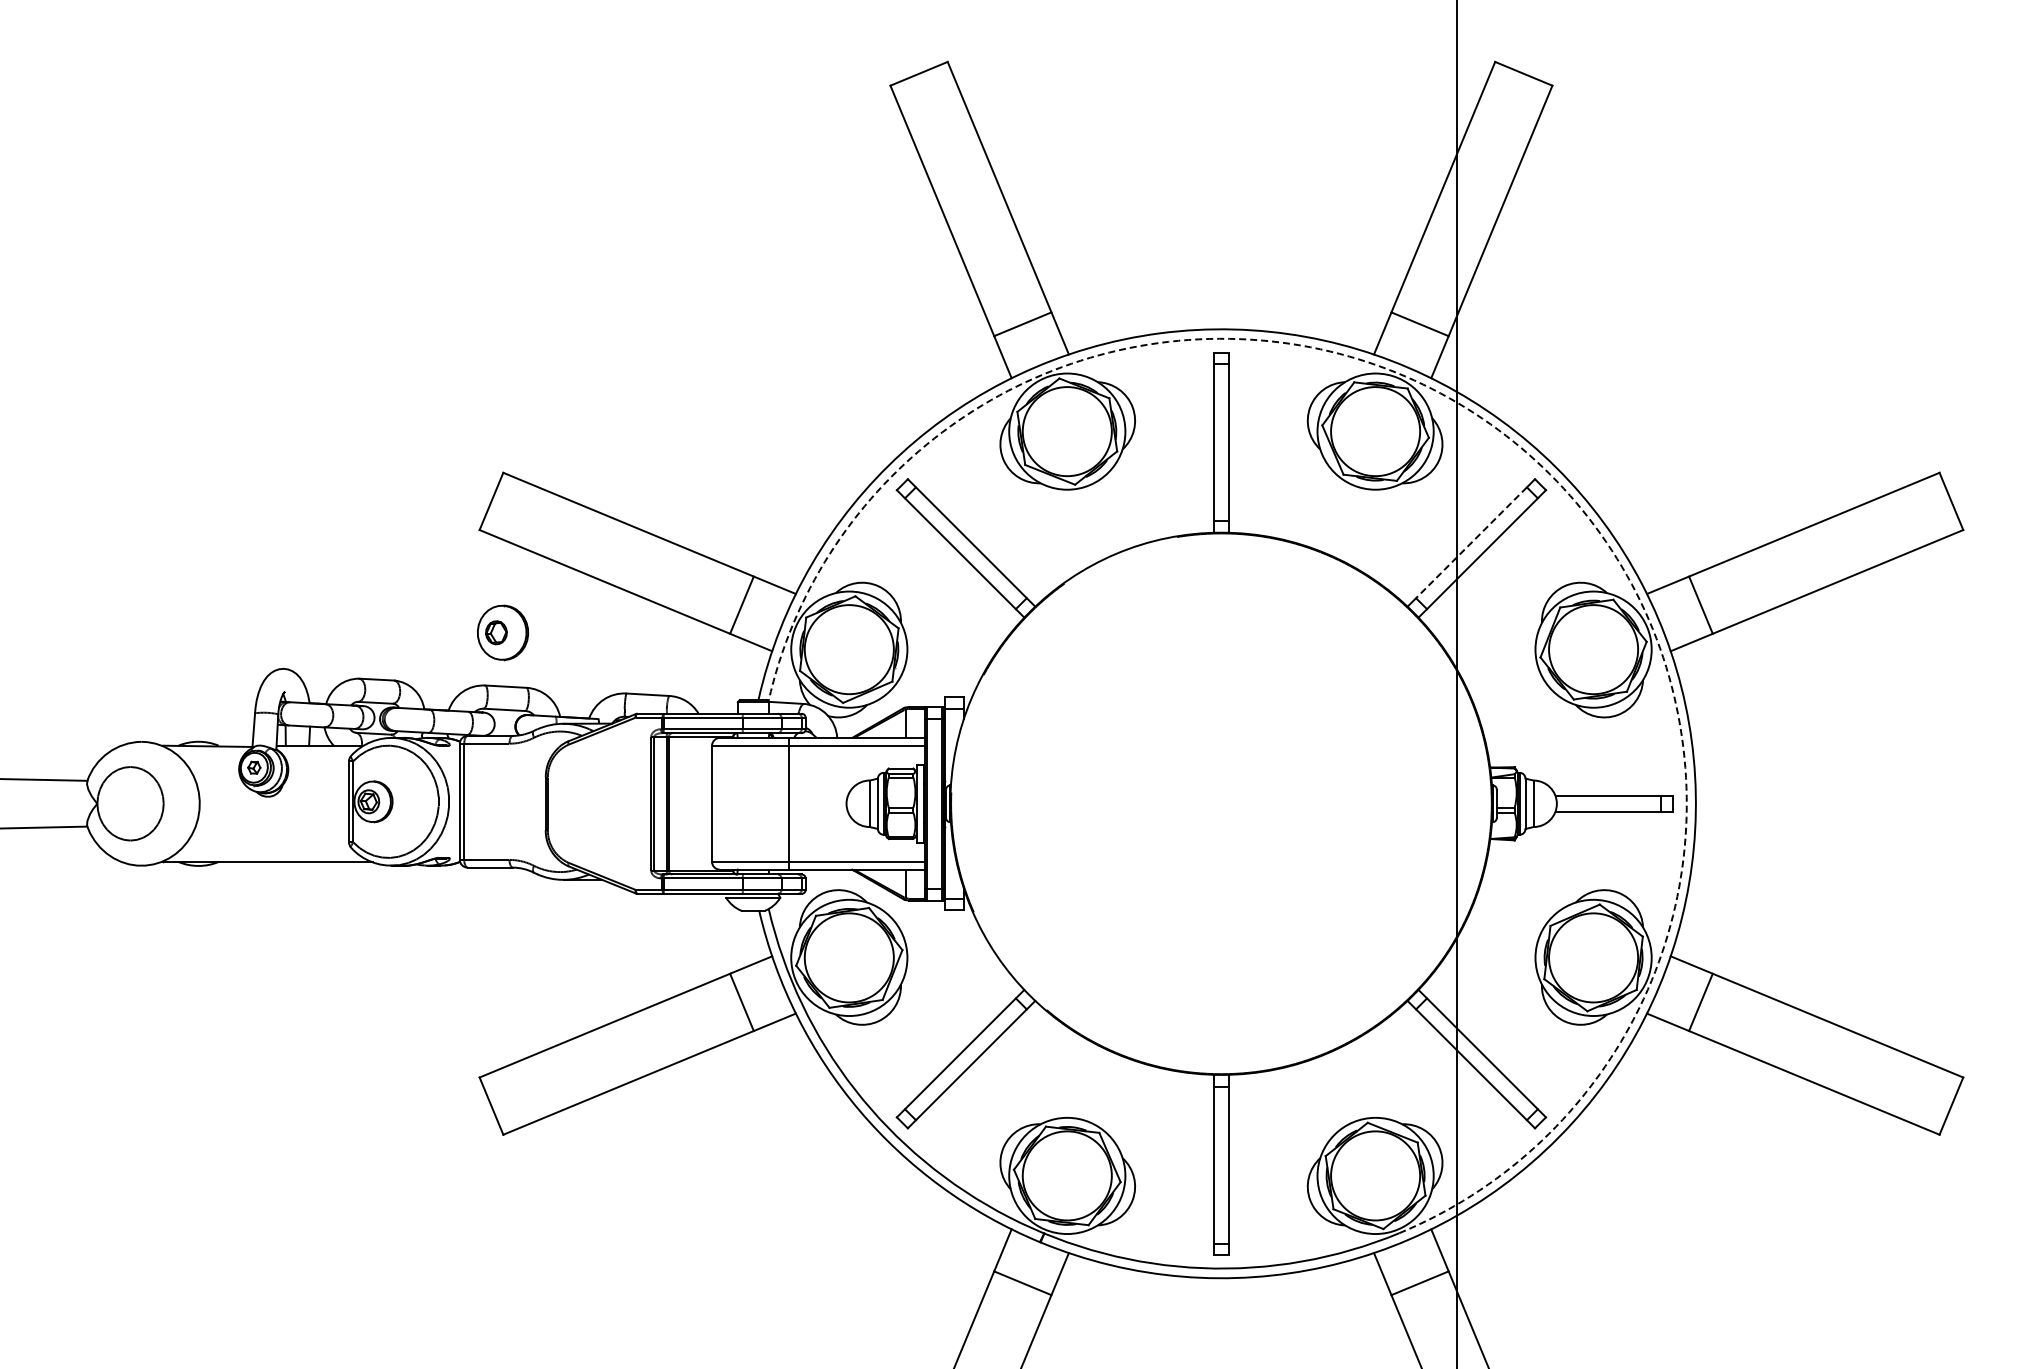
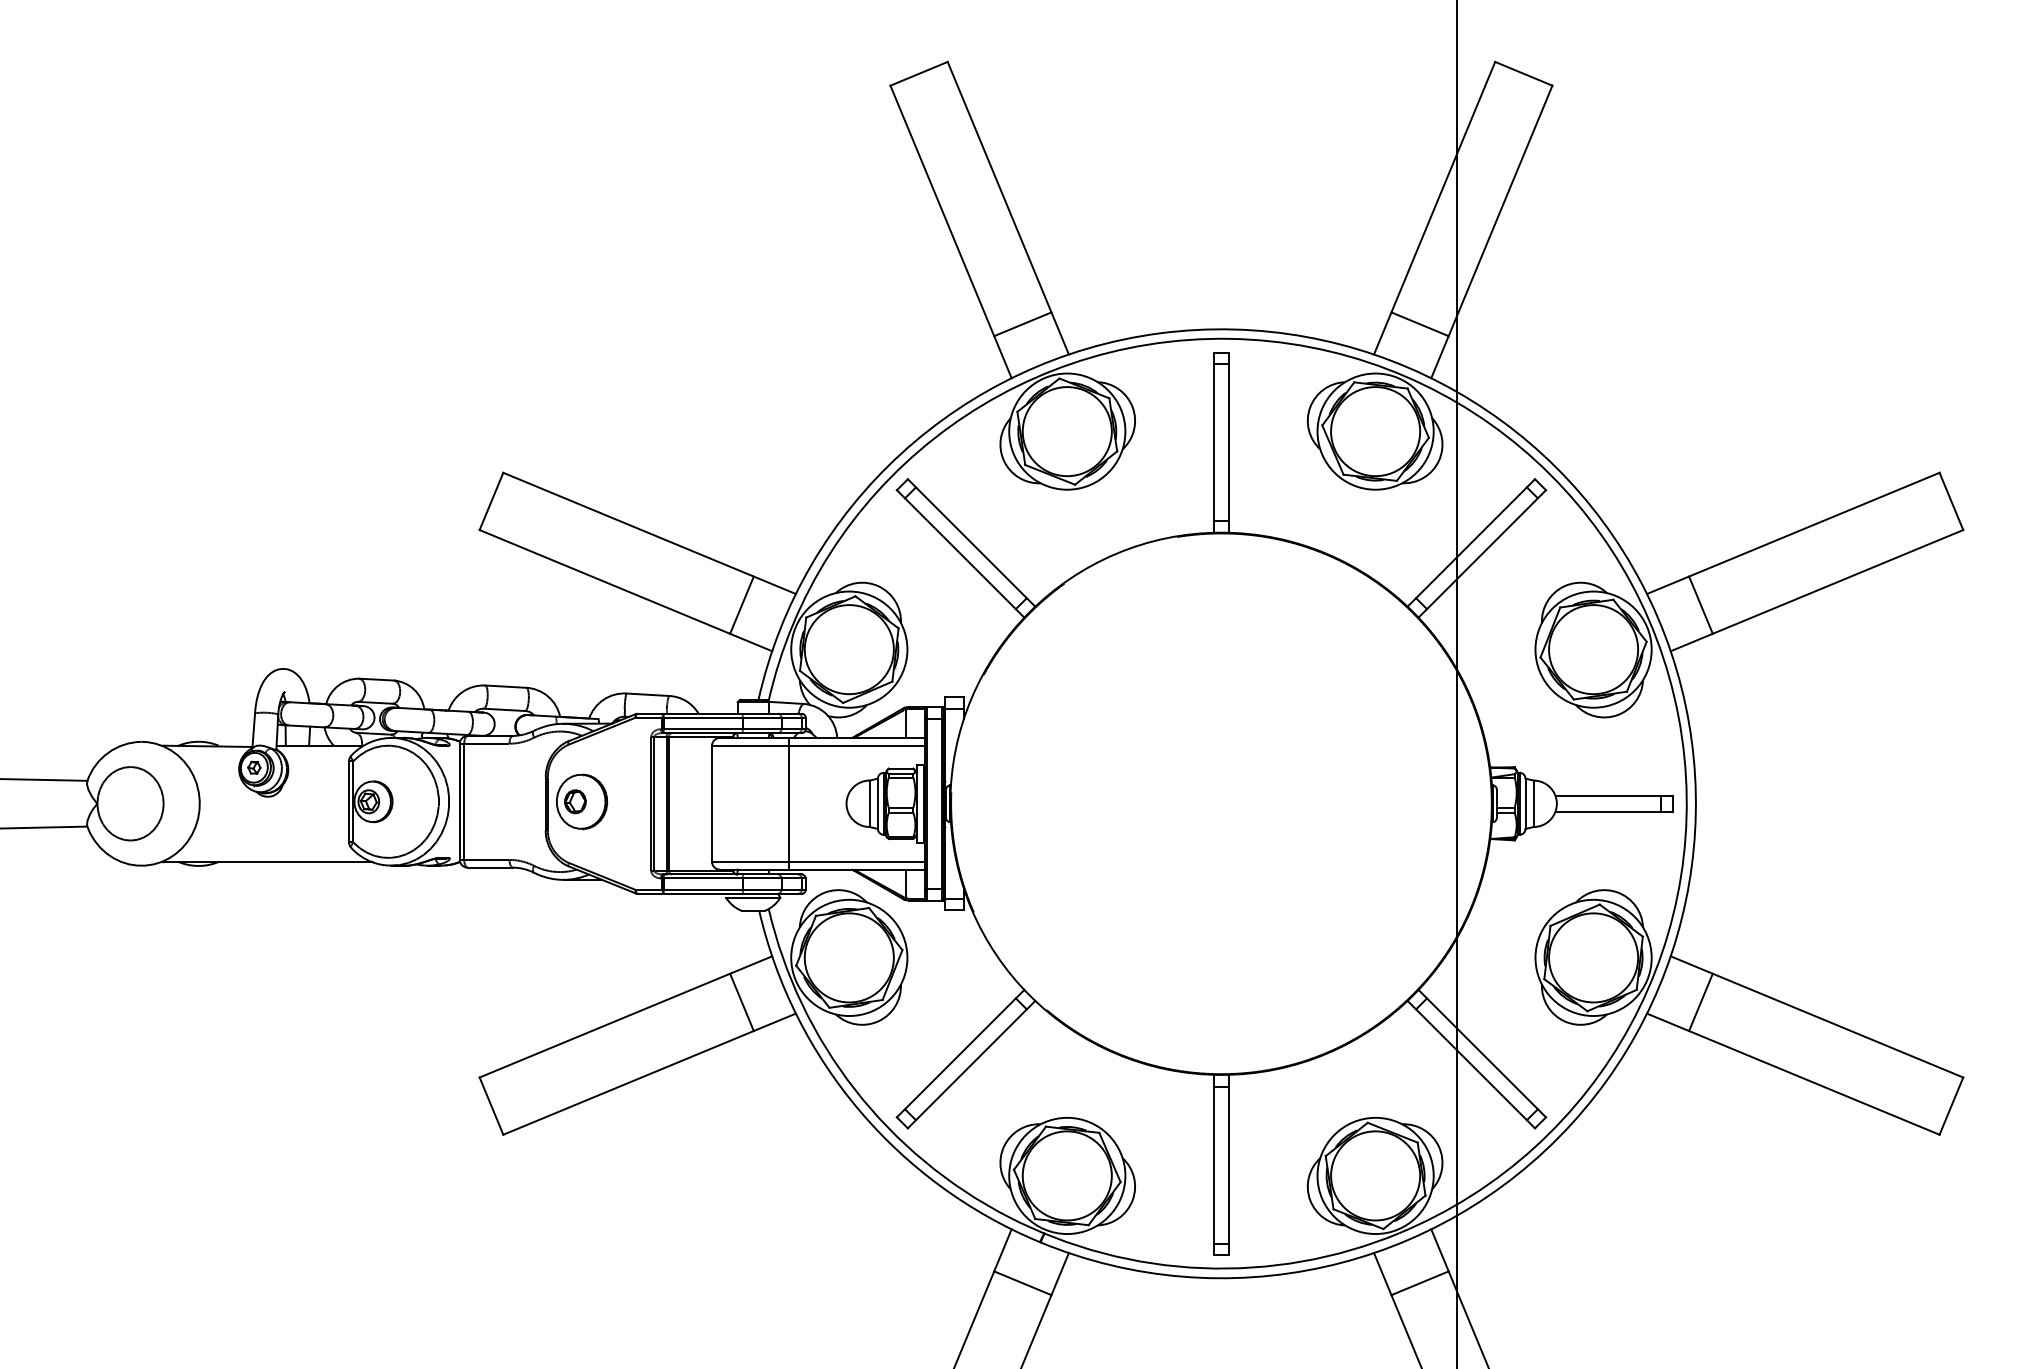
arc at (1521, 448): dashed -> solid
line at (1471, 543): dashed -> solid
part at (503, 632) position: (503, 632) -> (582, 801)
